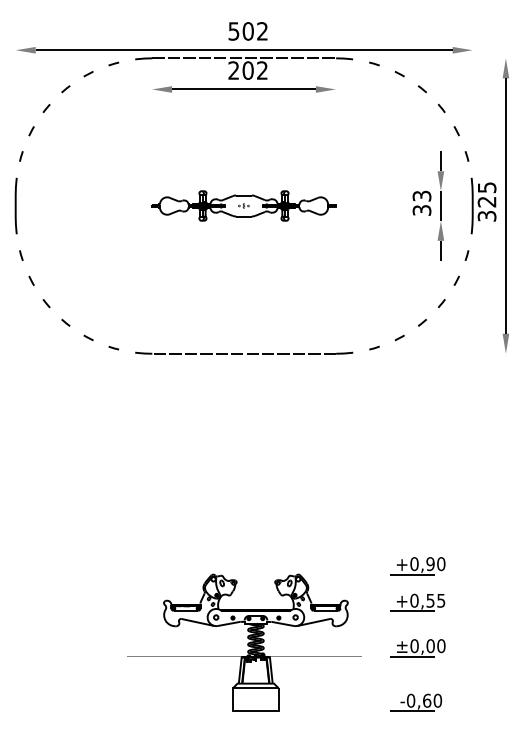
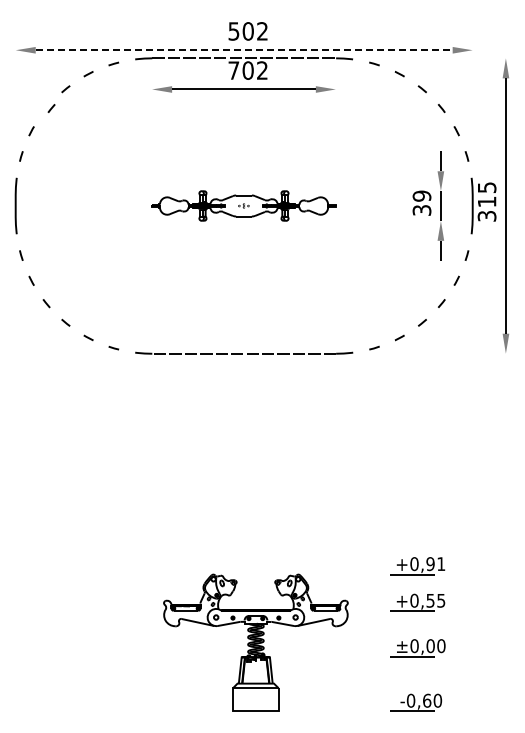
line at (244, 50): solid -> dashed
text at (233, 70): 202 -> 702
line at (46, 108) position: (46, 108) -> (51, 108)
text at (421, 195): 33 -> 39
text at (486, 201): 325 -> 315
text at (441, 564): +0,90 -> +0,91
fill at (244, 656): present -> none
